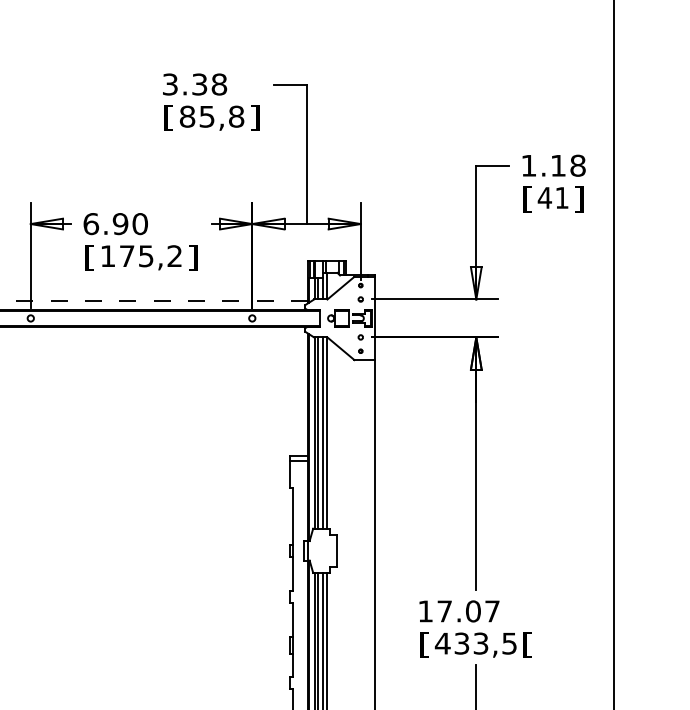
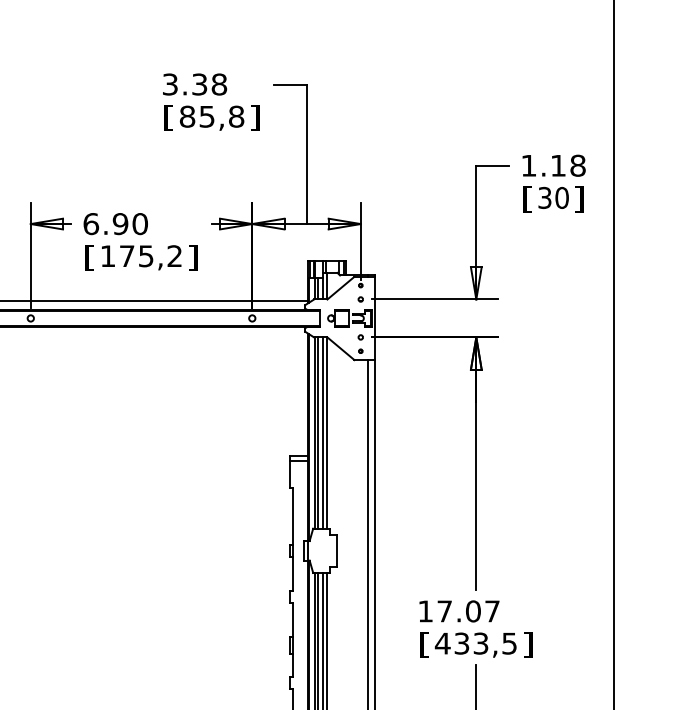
text at (552, 197): 41 -> 30
line at (154, 301): dashed -> solid
line at (368, 533): none -> present
text at (527, 644): [ -> ]
